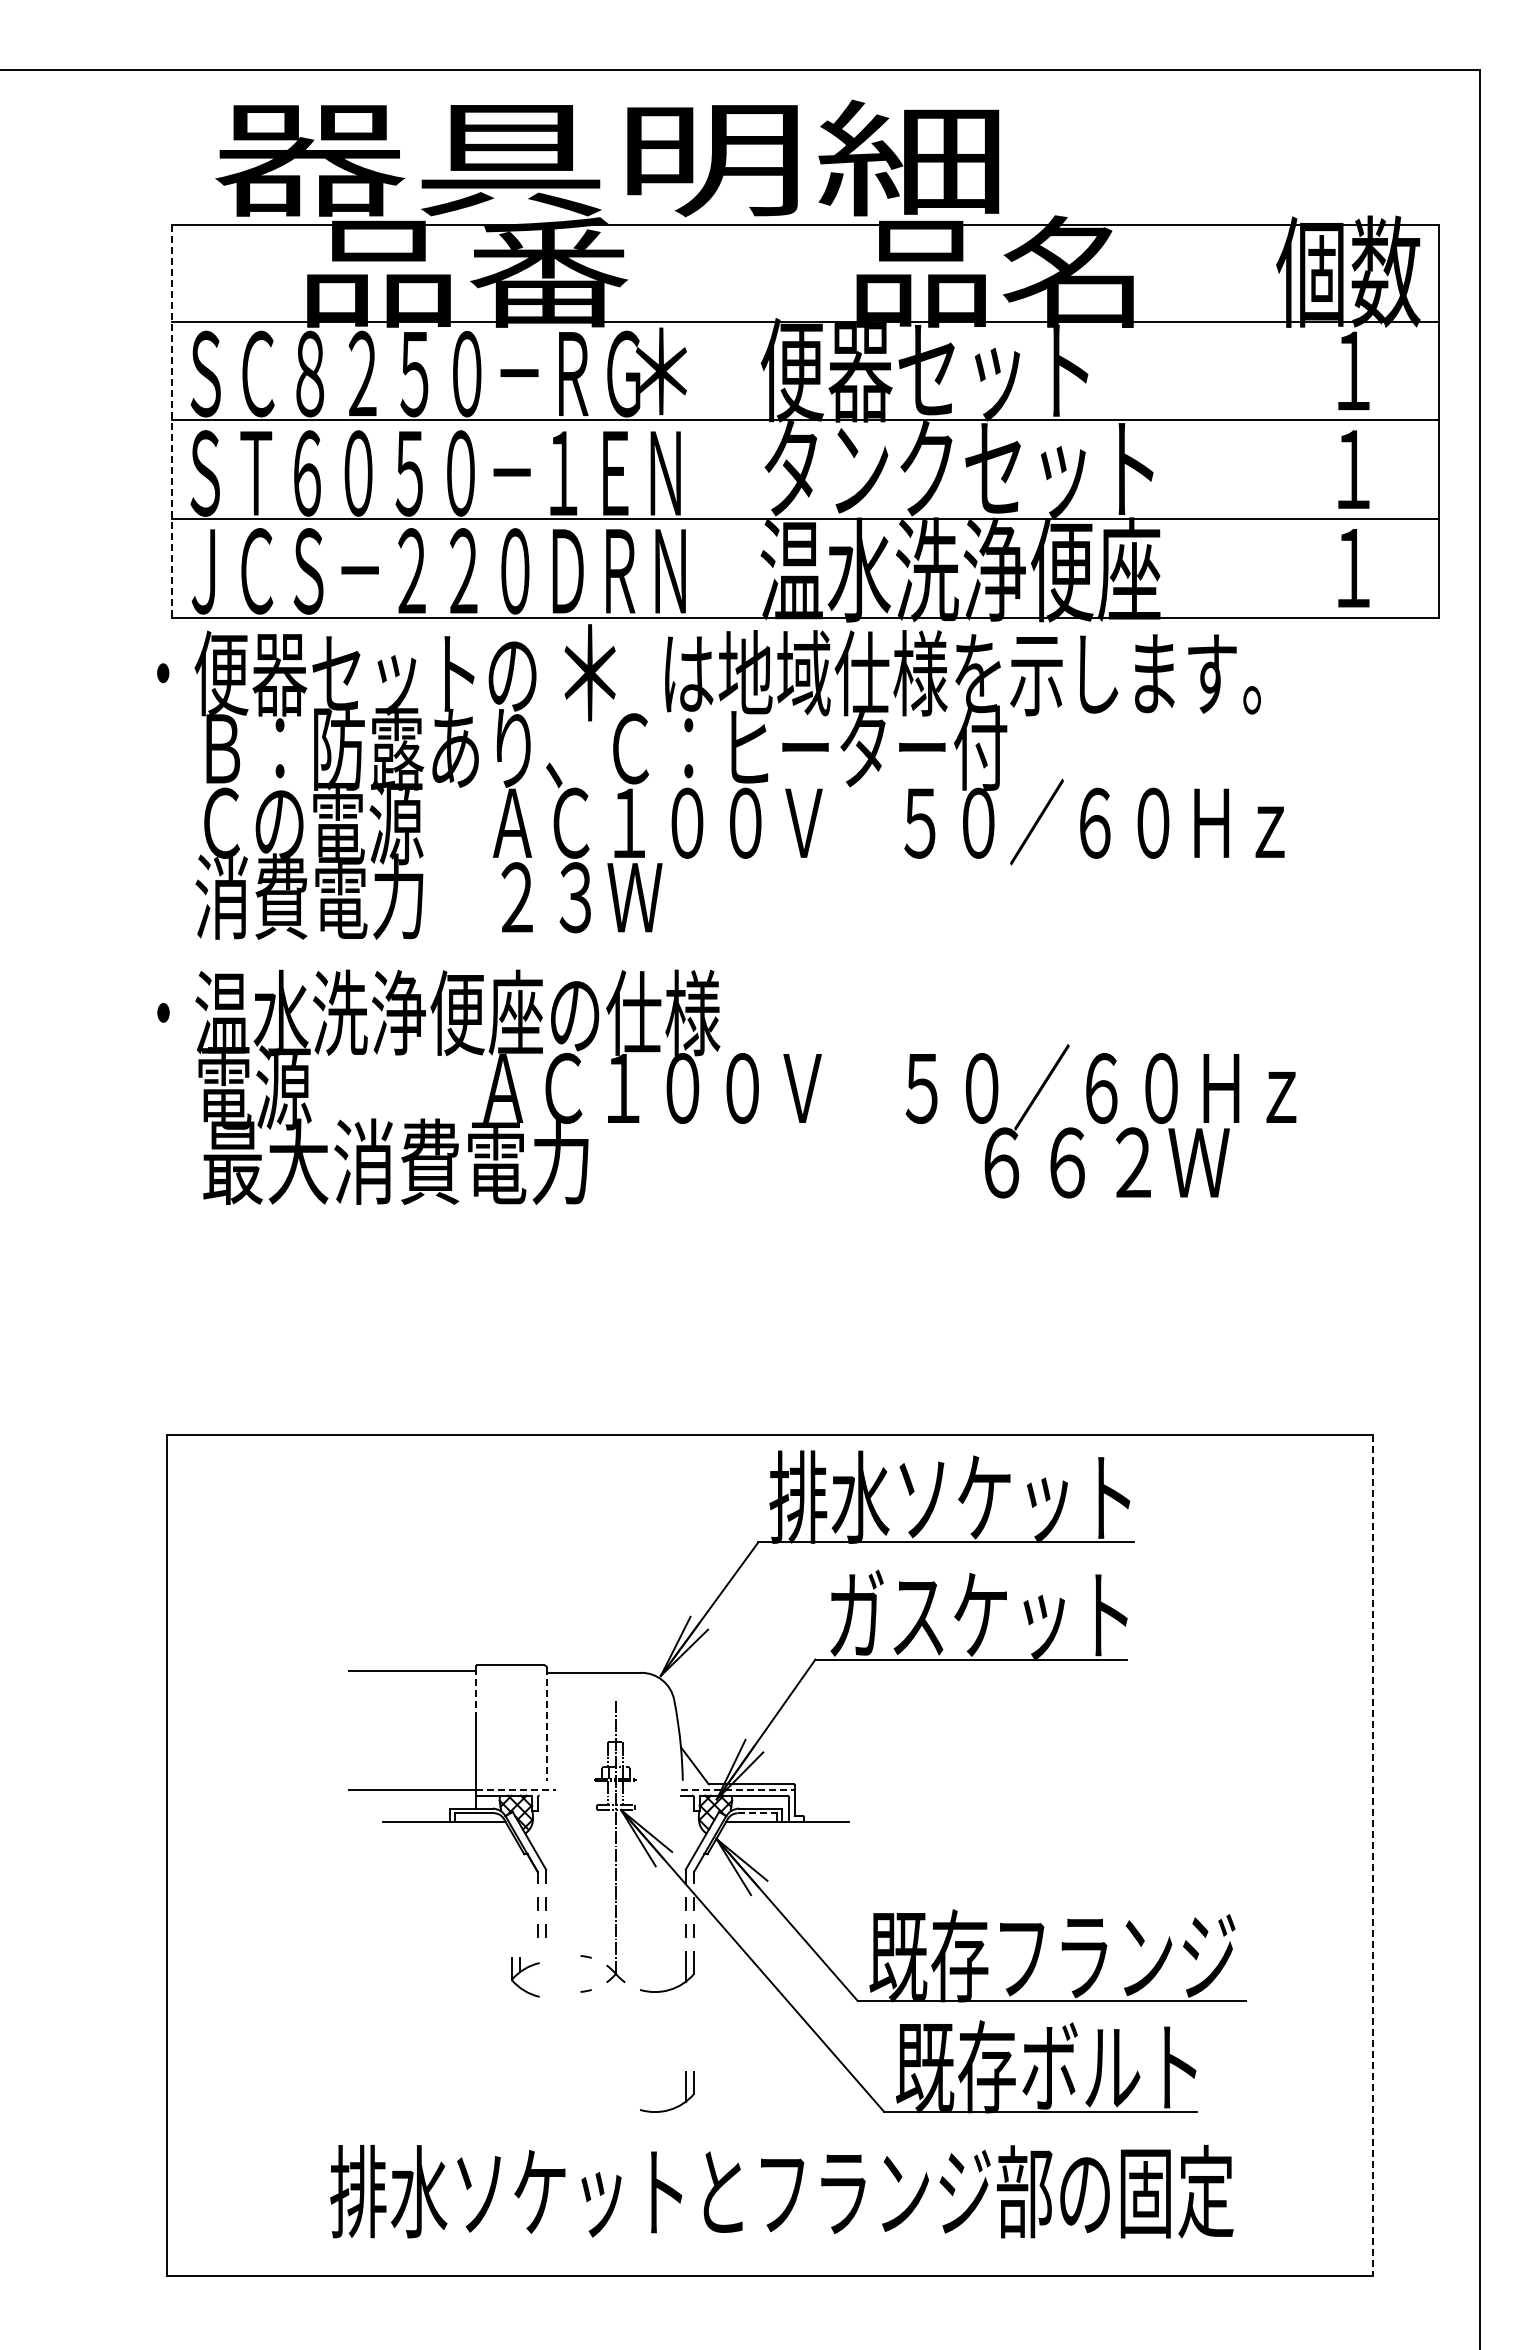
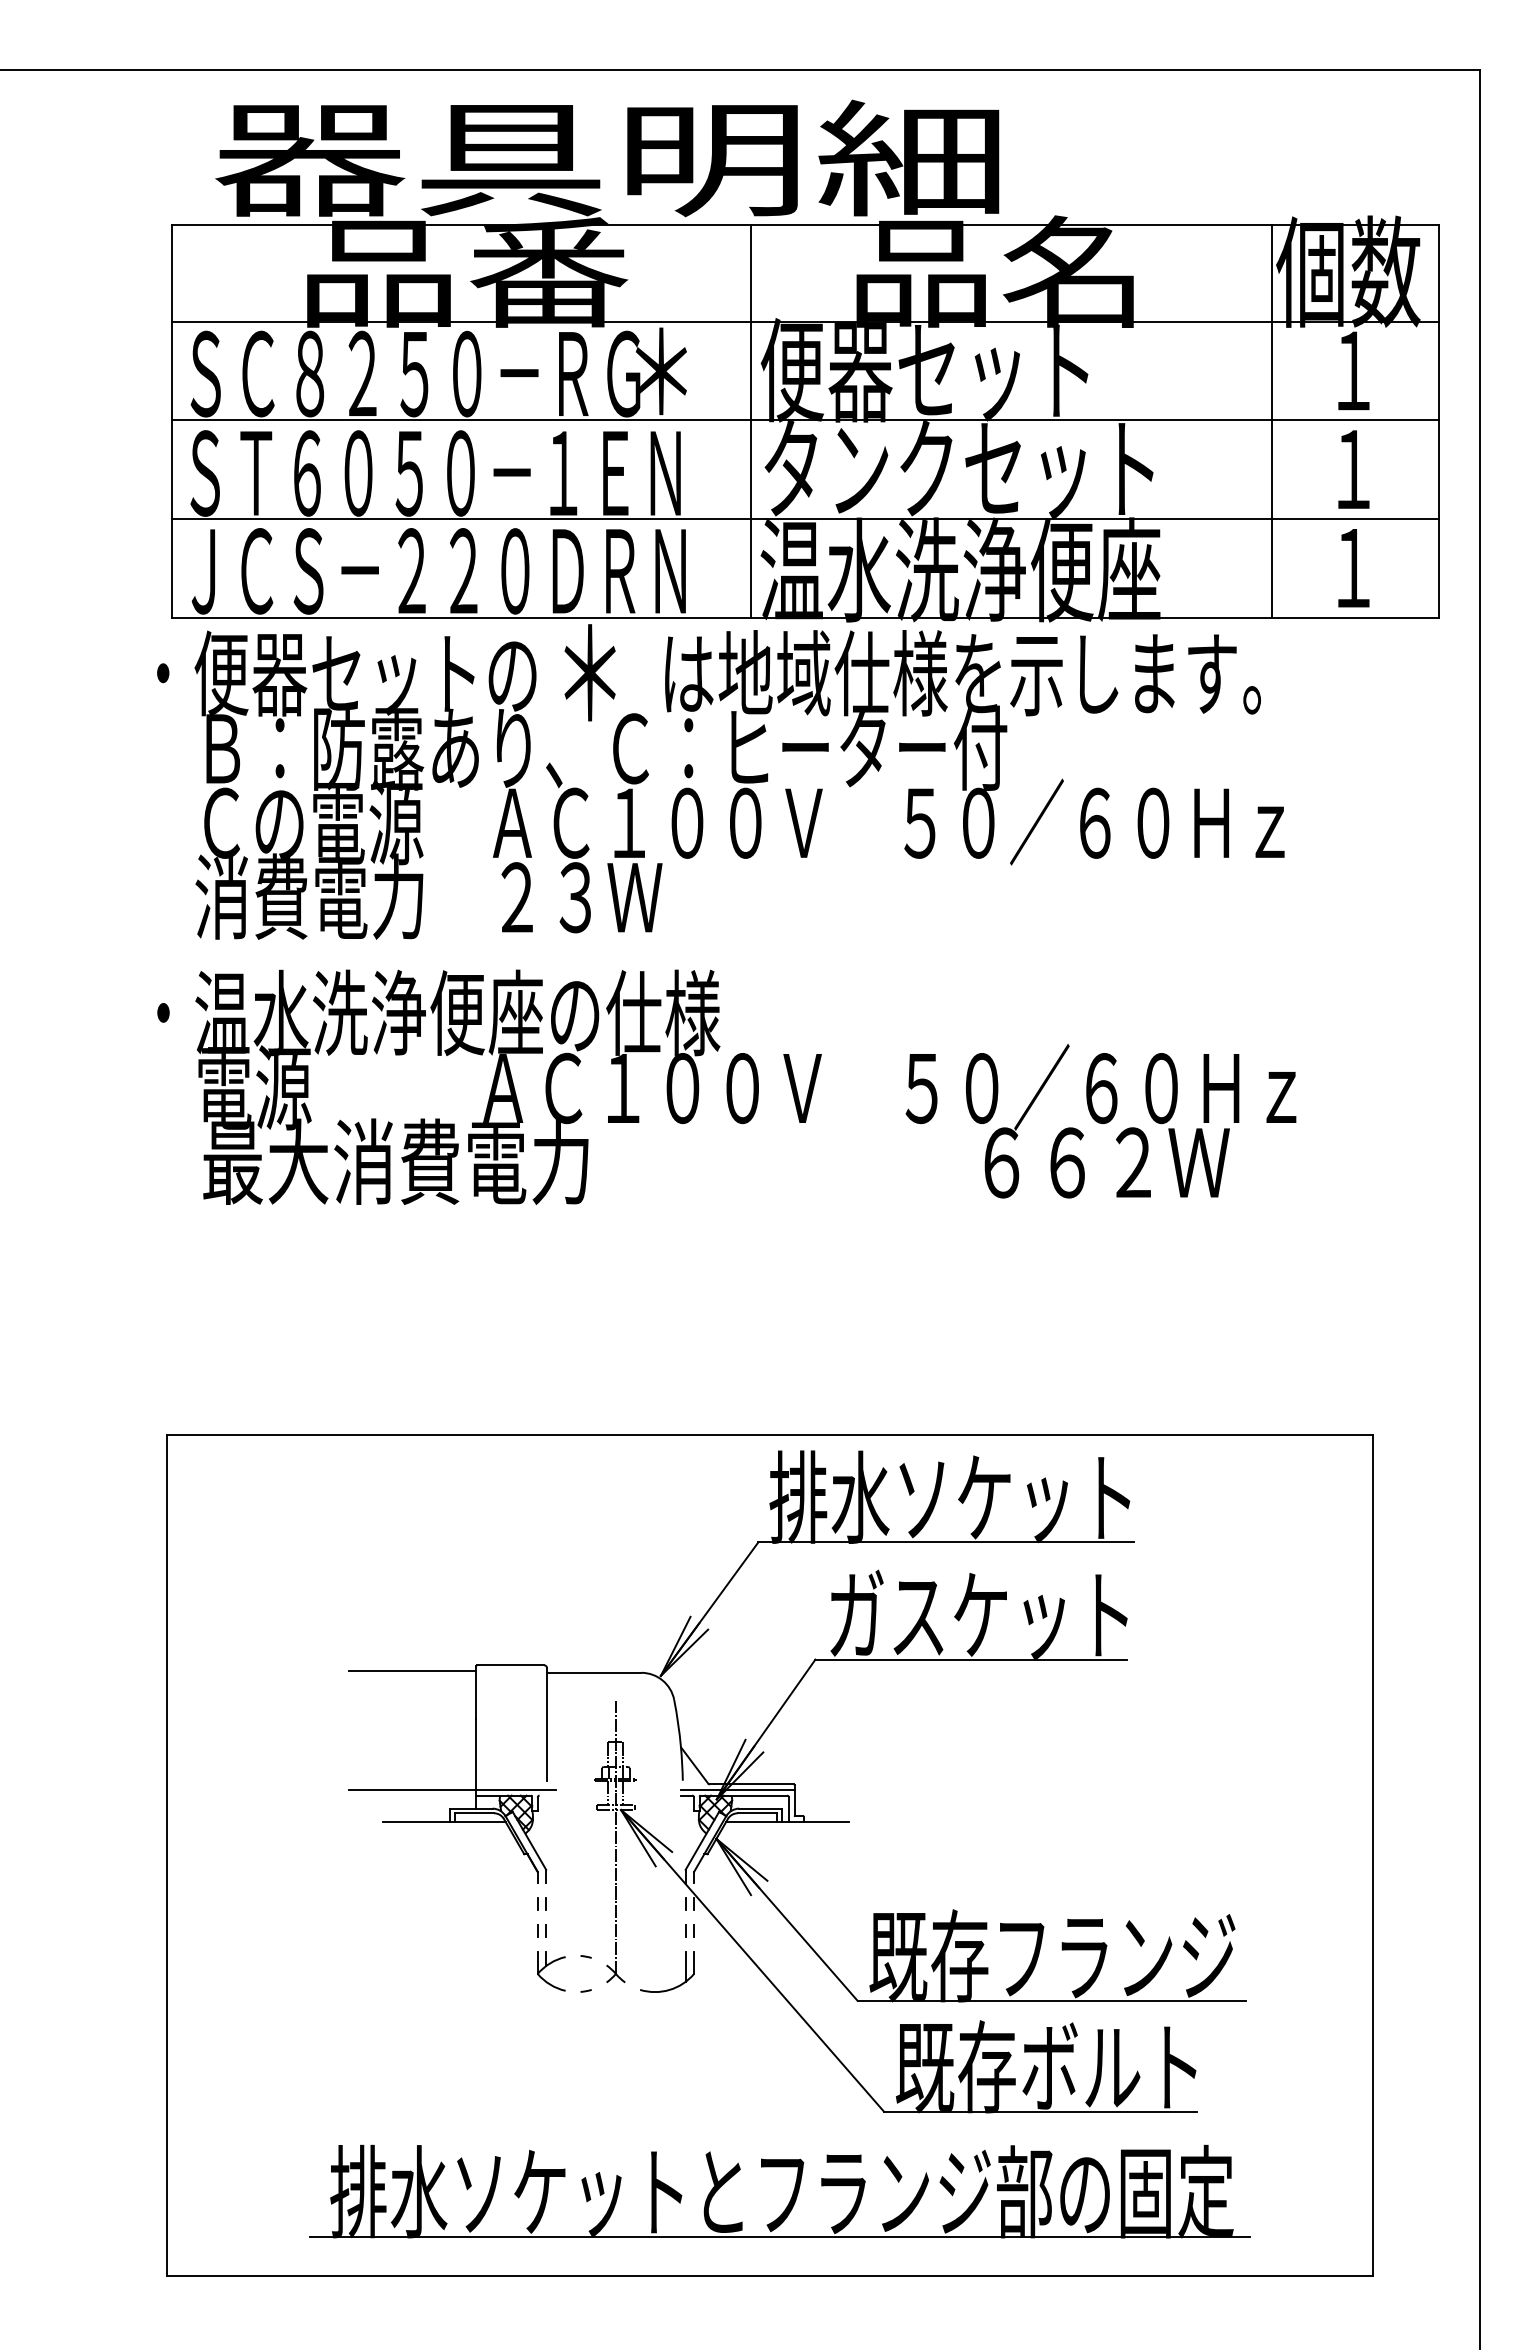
line at (750, 420): none -> present
line at (1271, 420): none -> present
line at (172, 421): dashed -> solid
line at (476, 1694): dashed -> solid
line at (547, 1724): dashed -> solid
line at (516, 1790): dashed -> solid
line at (737, 1790): dashed -> solid
line at (757, 1813): dashed -> solid
line at (1373, 1855): dashed -> solid
part at (521, 1972) position: (521, 1972) -> (547, 1966)
part at (675, 2106): present -> none
line at (779, 2236): none -> present
